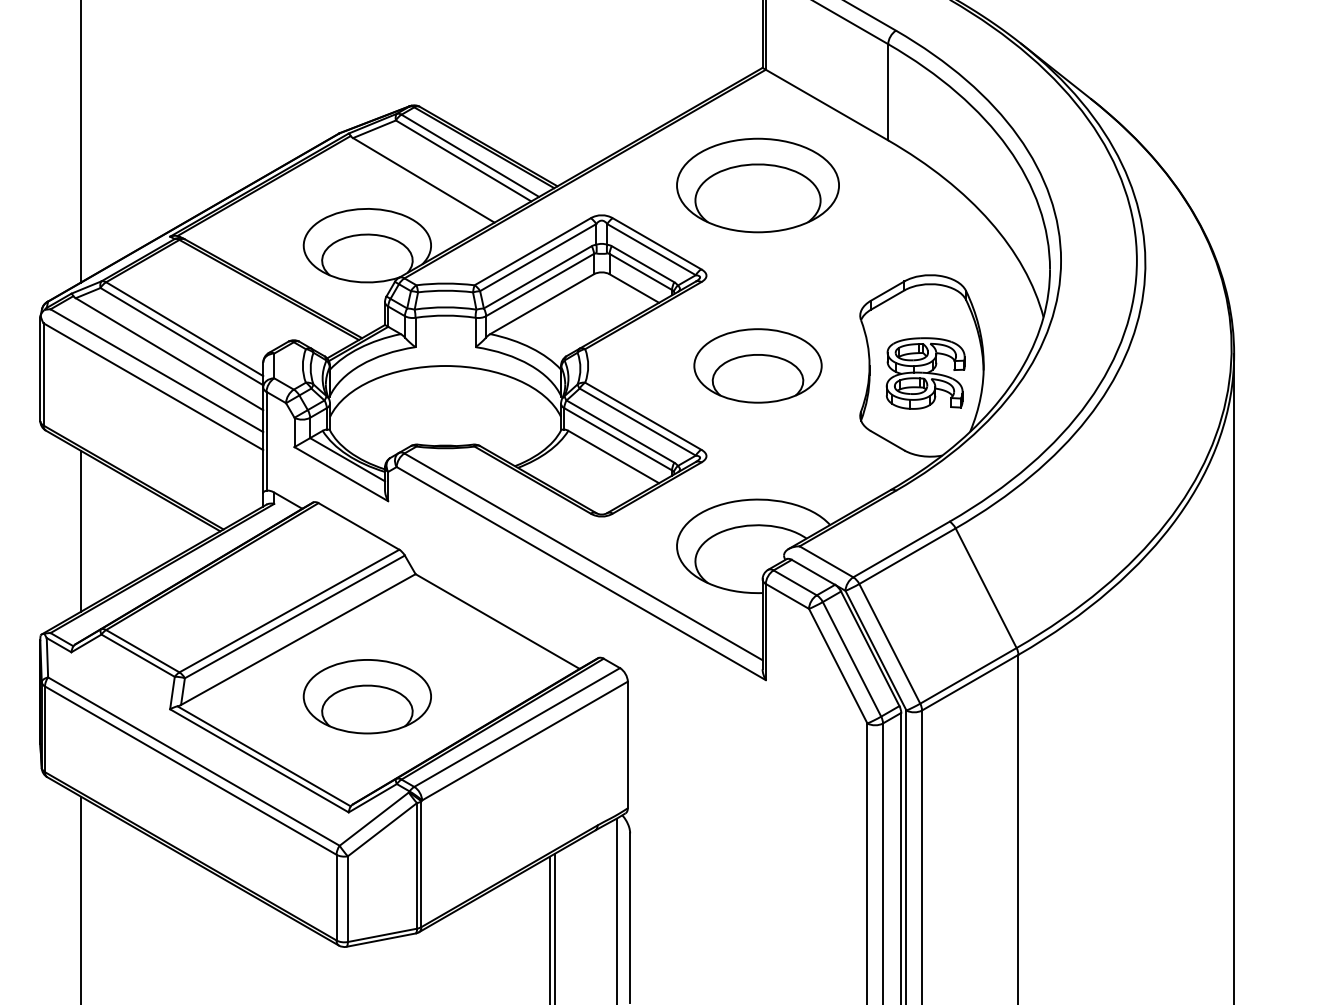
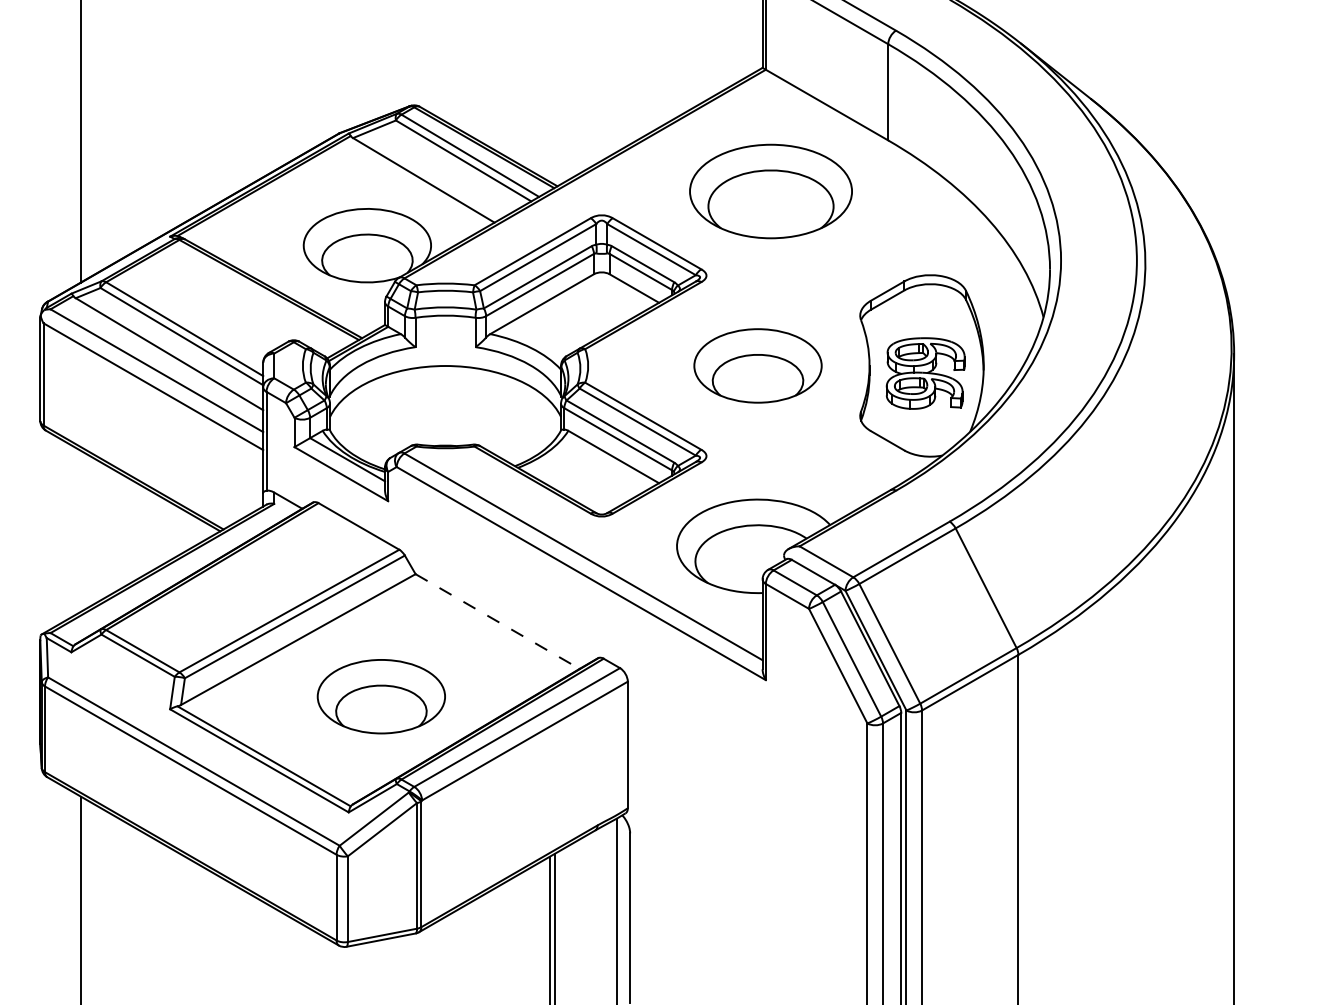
part at (757, 185) position: (757, 185) -> (770, 191)
line at (80, 530): present -> none
line at (497, 621): solid -> dashed
part at (366, 696) position: (366, 696) -> (380, 696)
